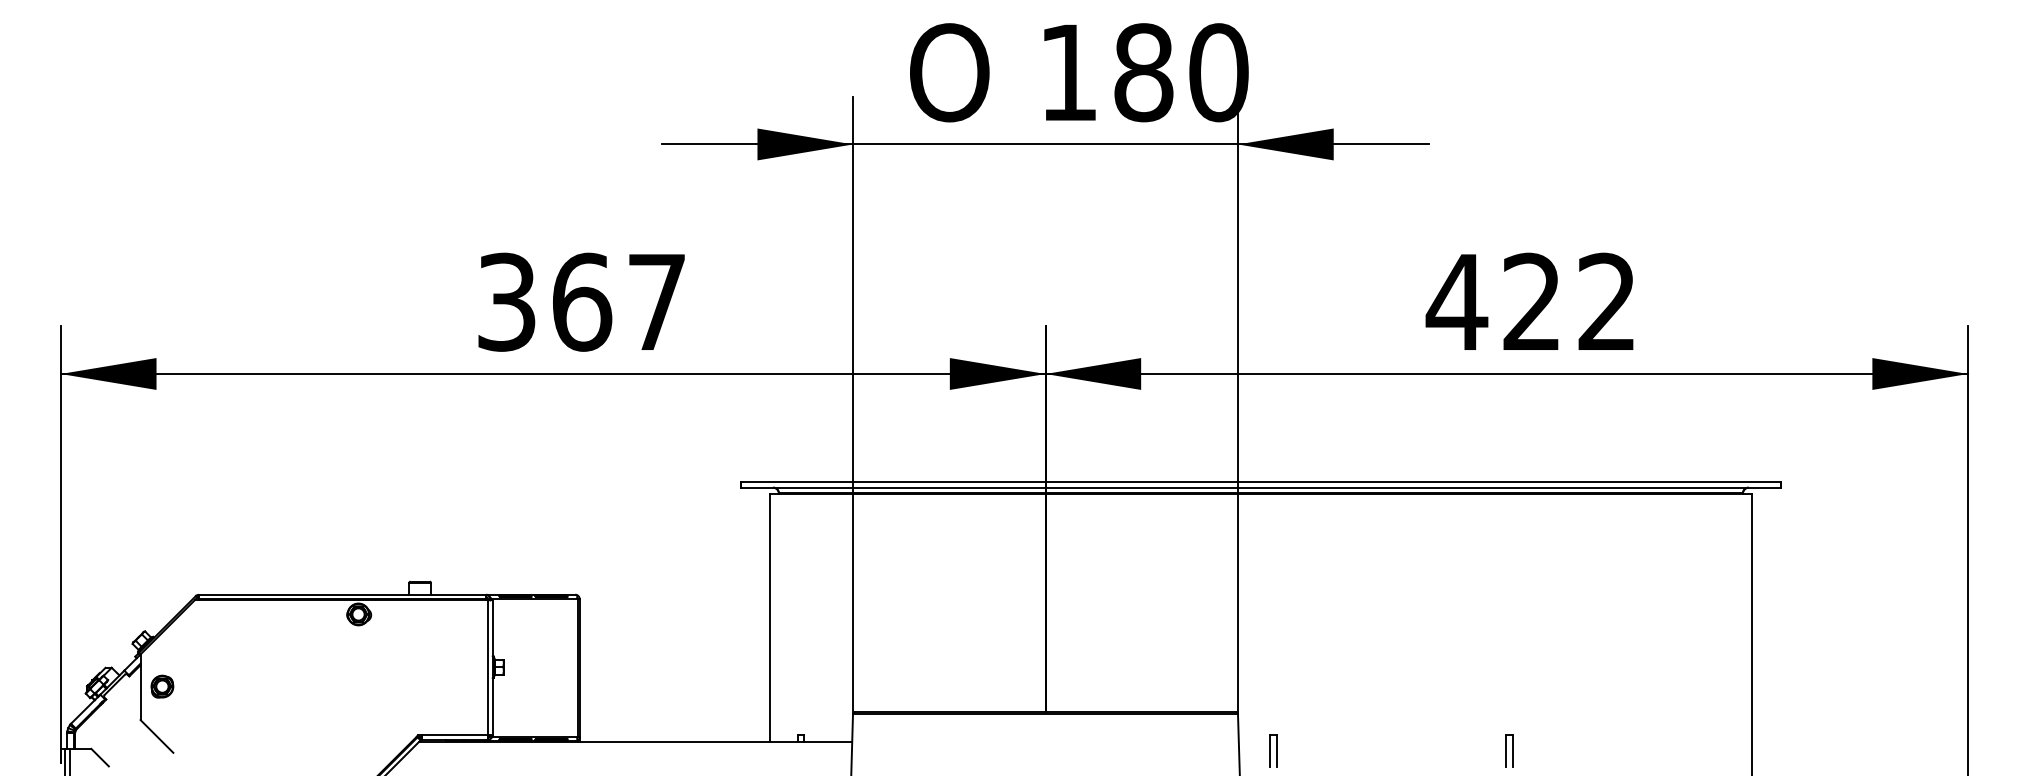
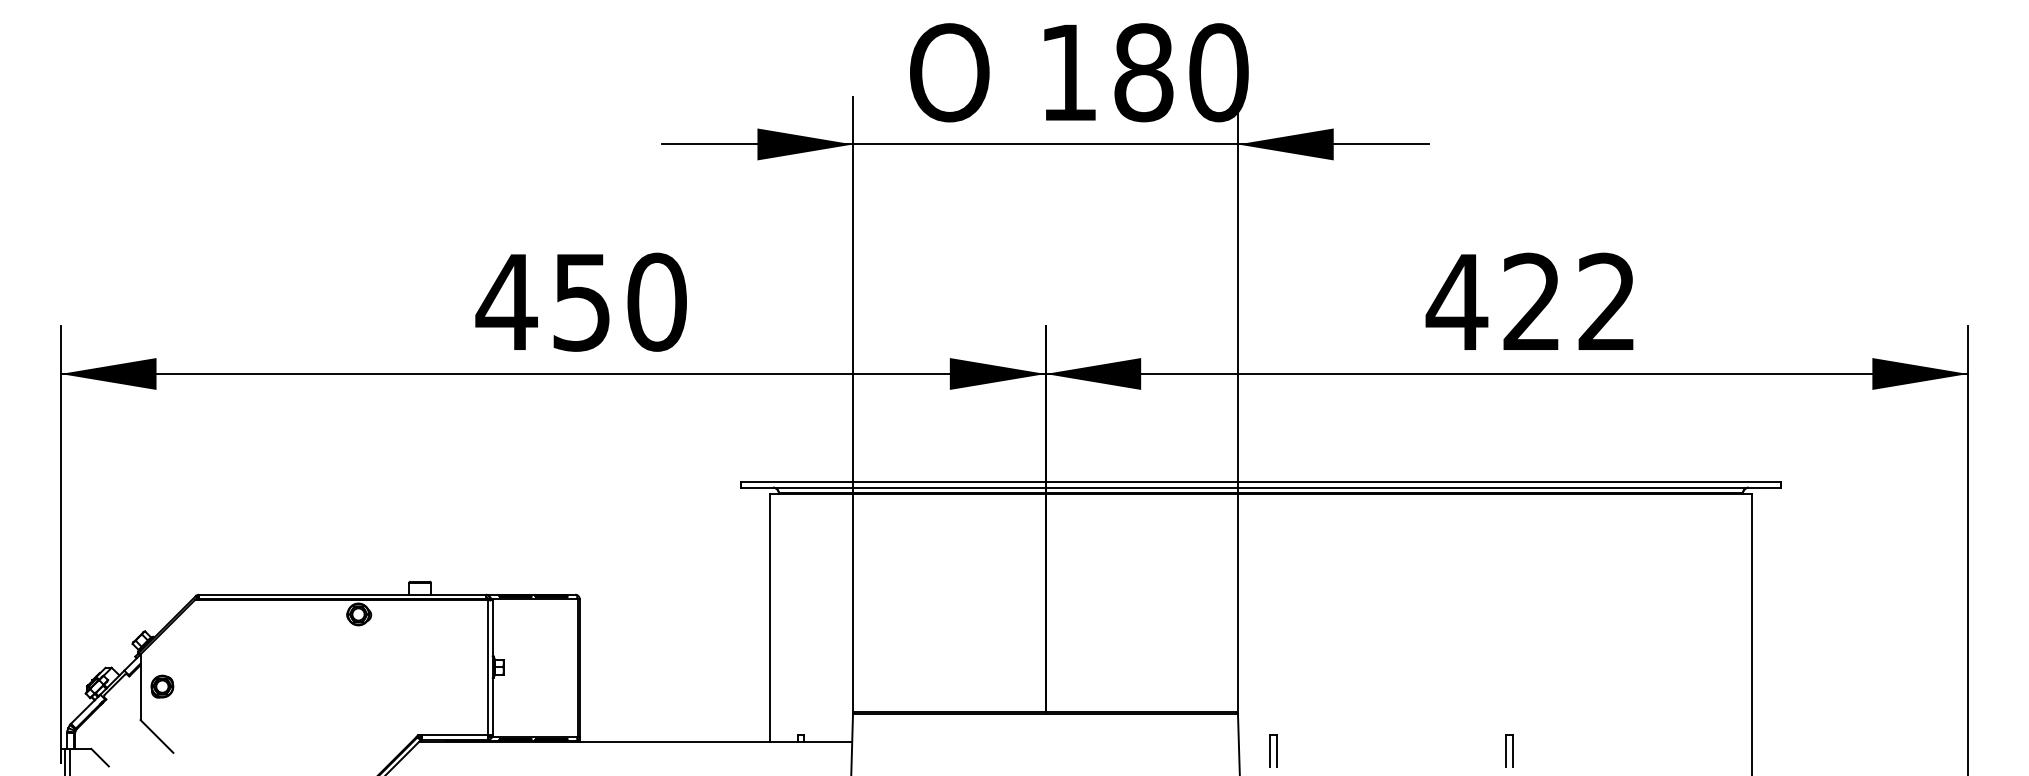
text at (580, 301): 367 -> 450
